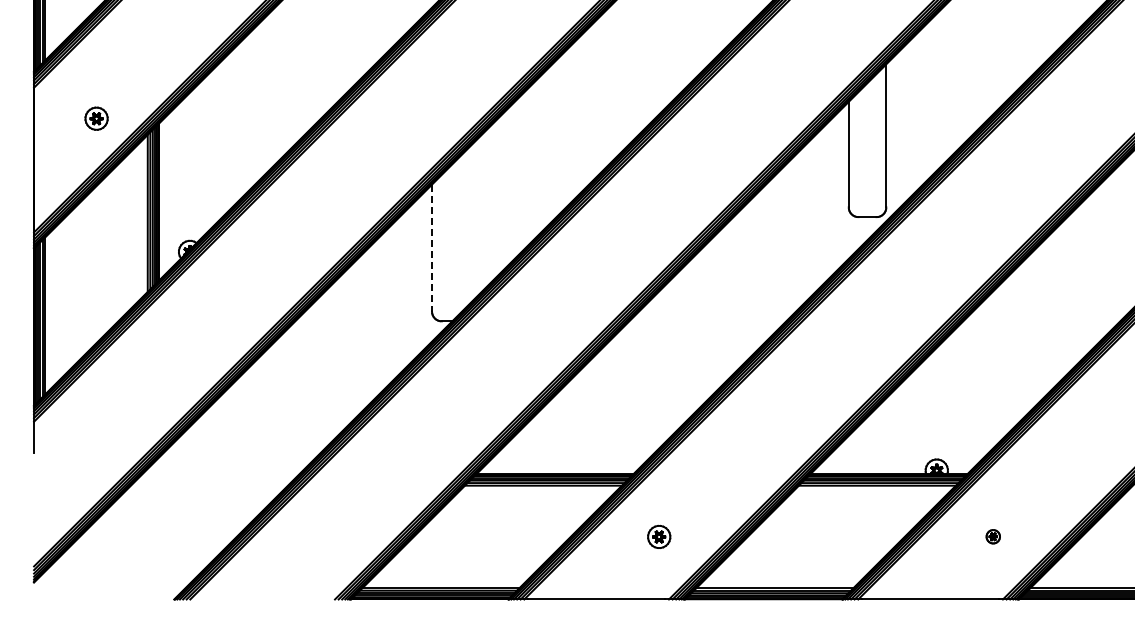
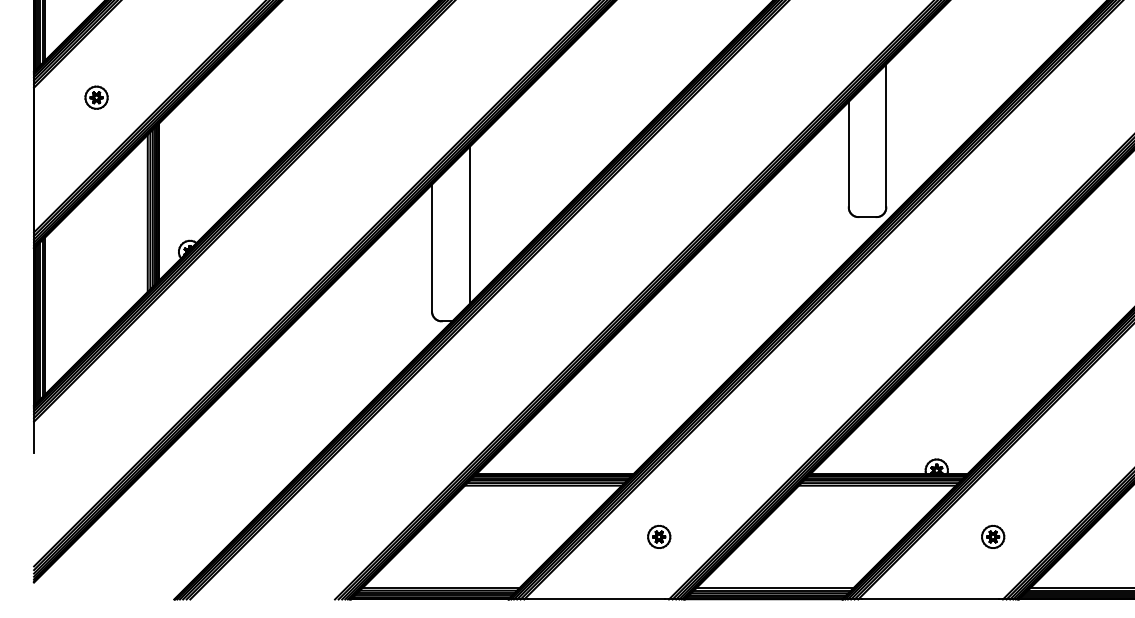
part at (96, 118) position: (96, 118) -> (96, 97)
line at (469, 225): none -> present
line at (432, 248): dashed -> solid
part at (992, 536) size: 16x16 px -> 25x25 px
